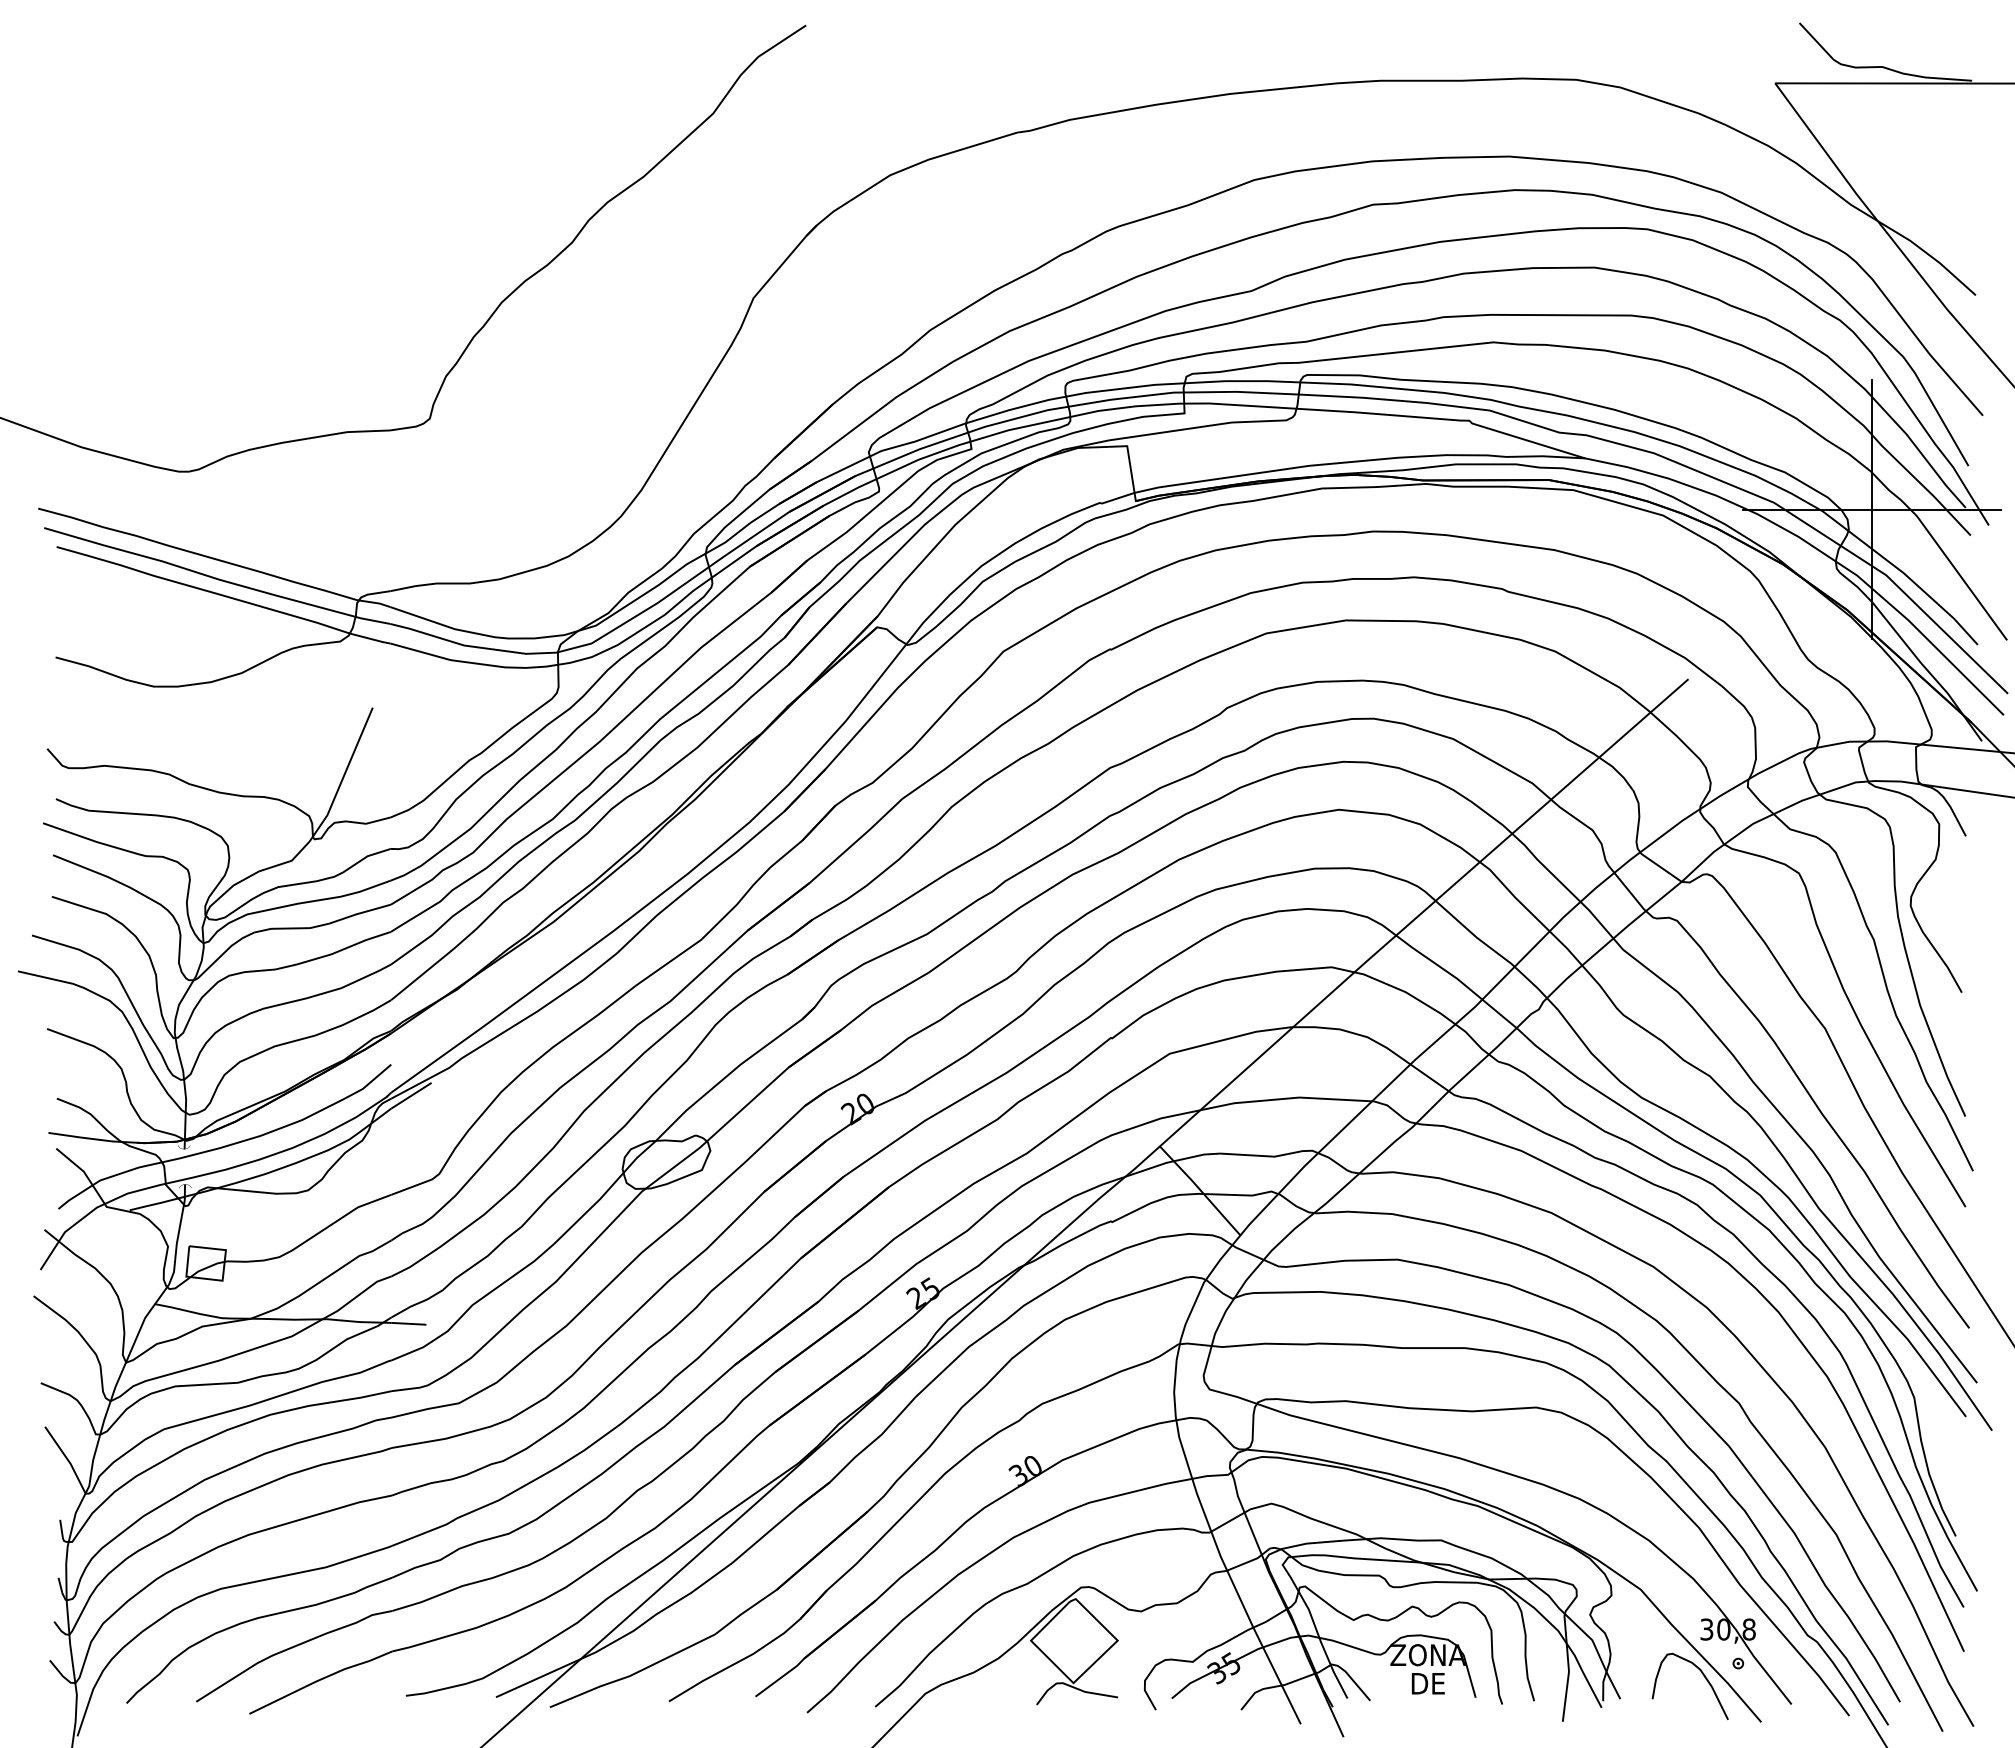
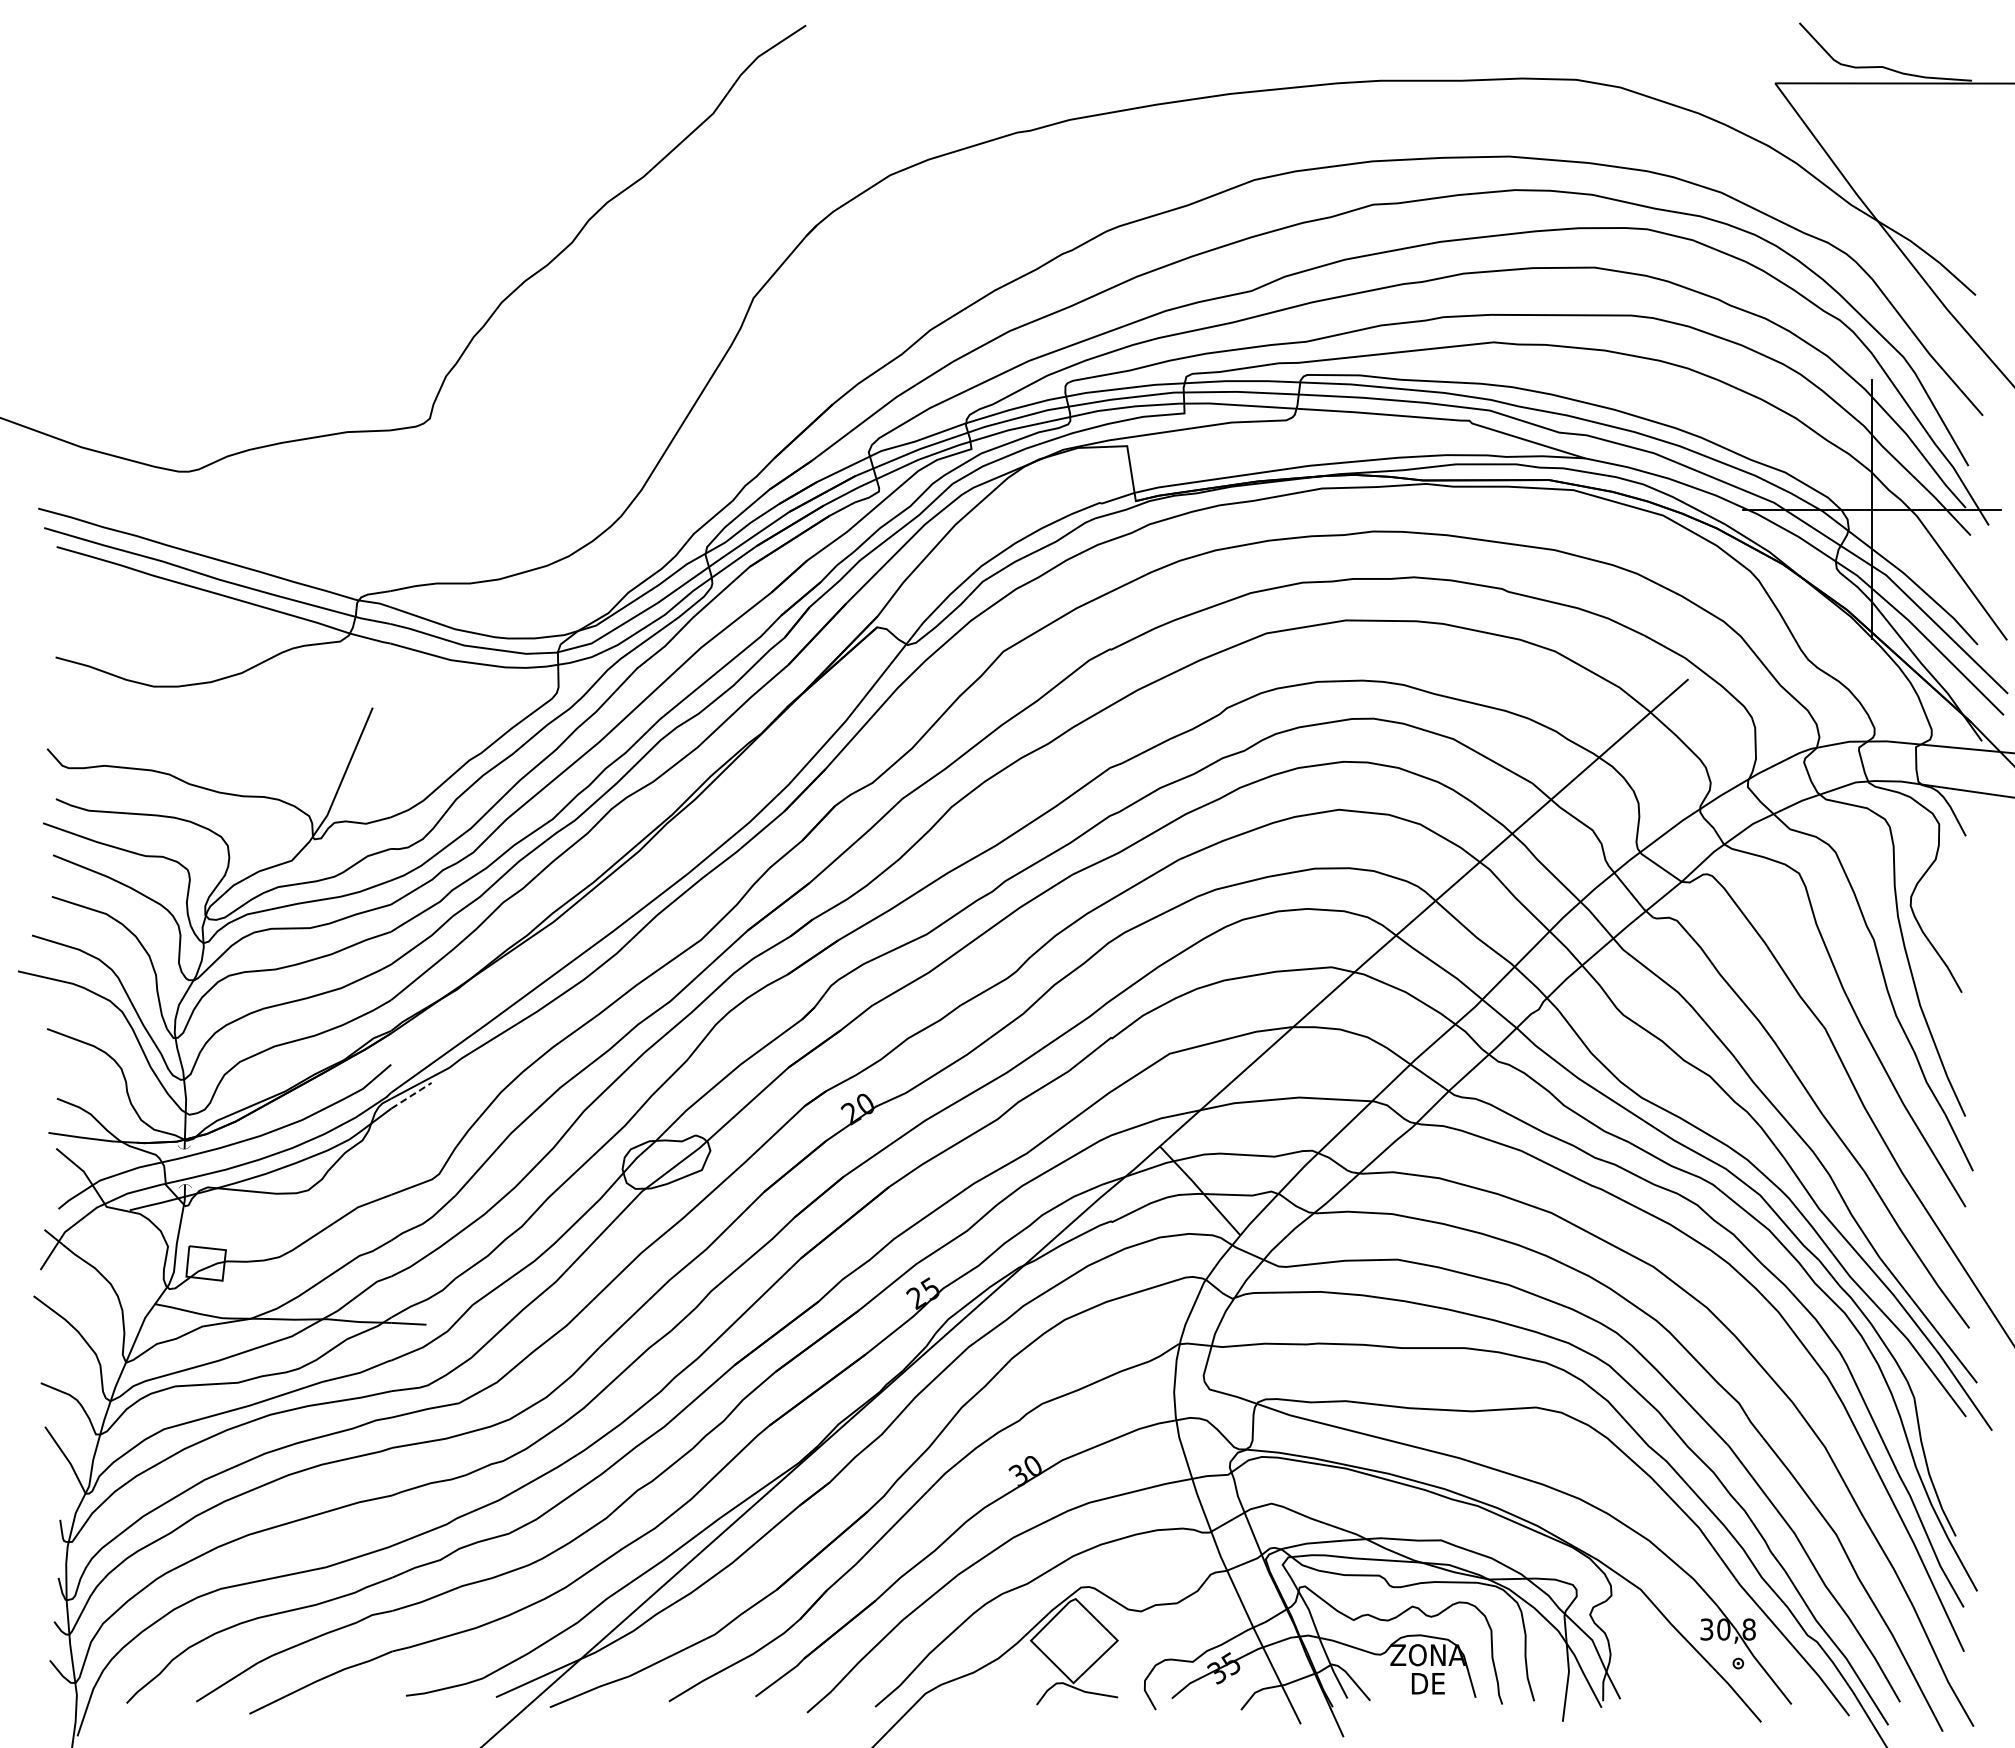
line at (411, 1095): solid -> dashed
curve at (1703, 1676): present -> none
